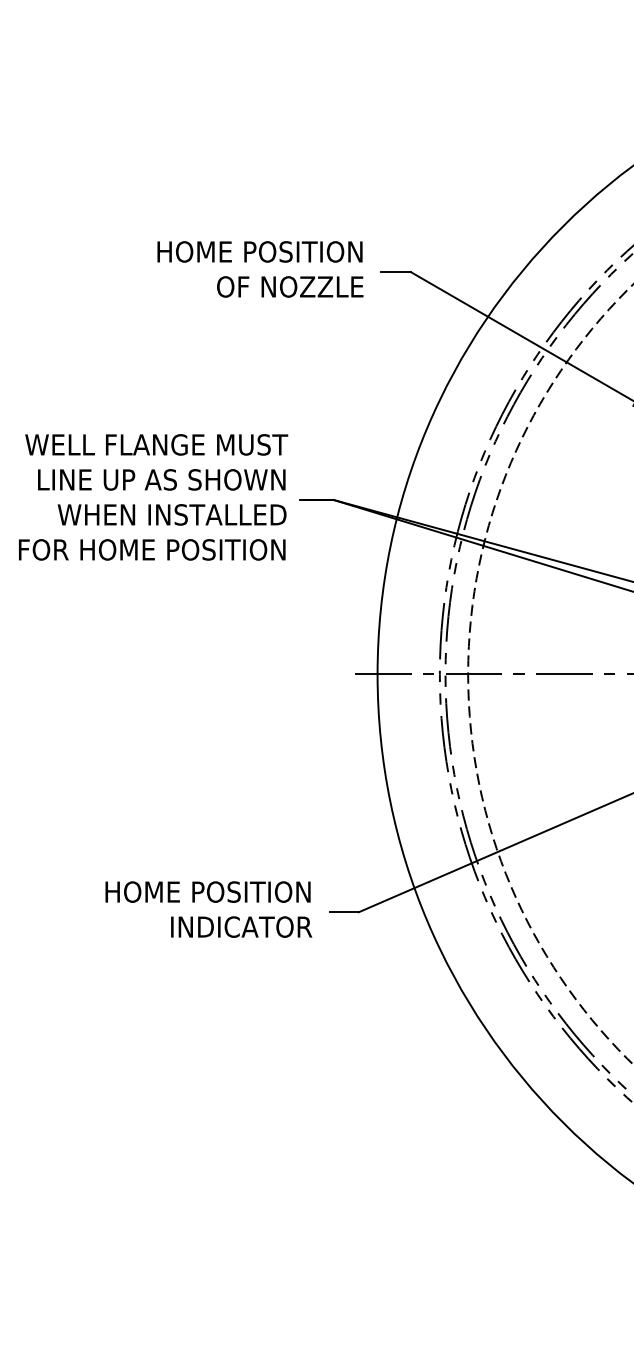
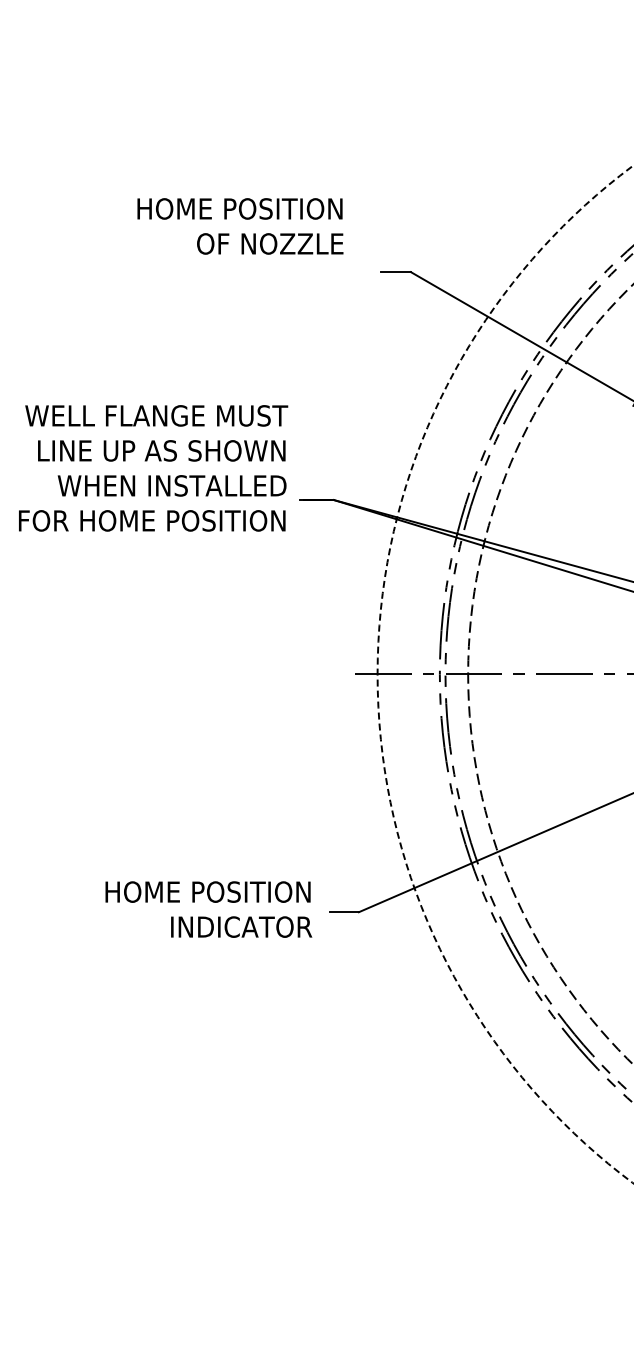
text at (260, 269) position: (260, 269) -> (240, 226)
text at (153, 497) position: (153, 497) -> (153, 468)
circle at (505, 674): solid -> dashed
